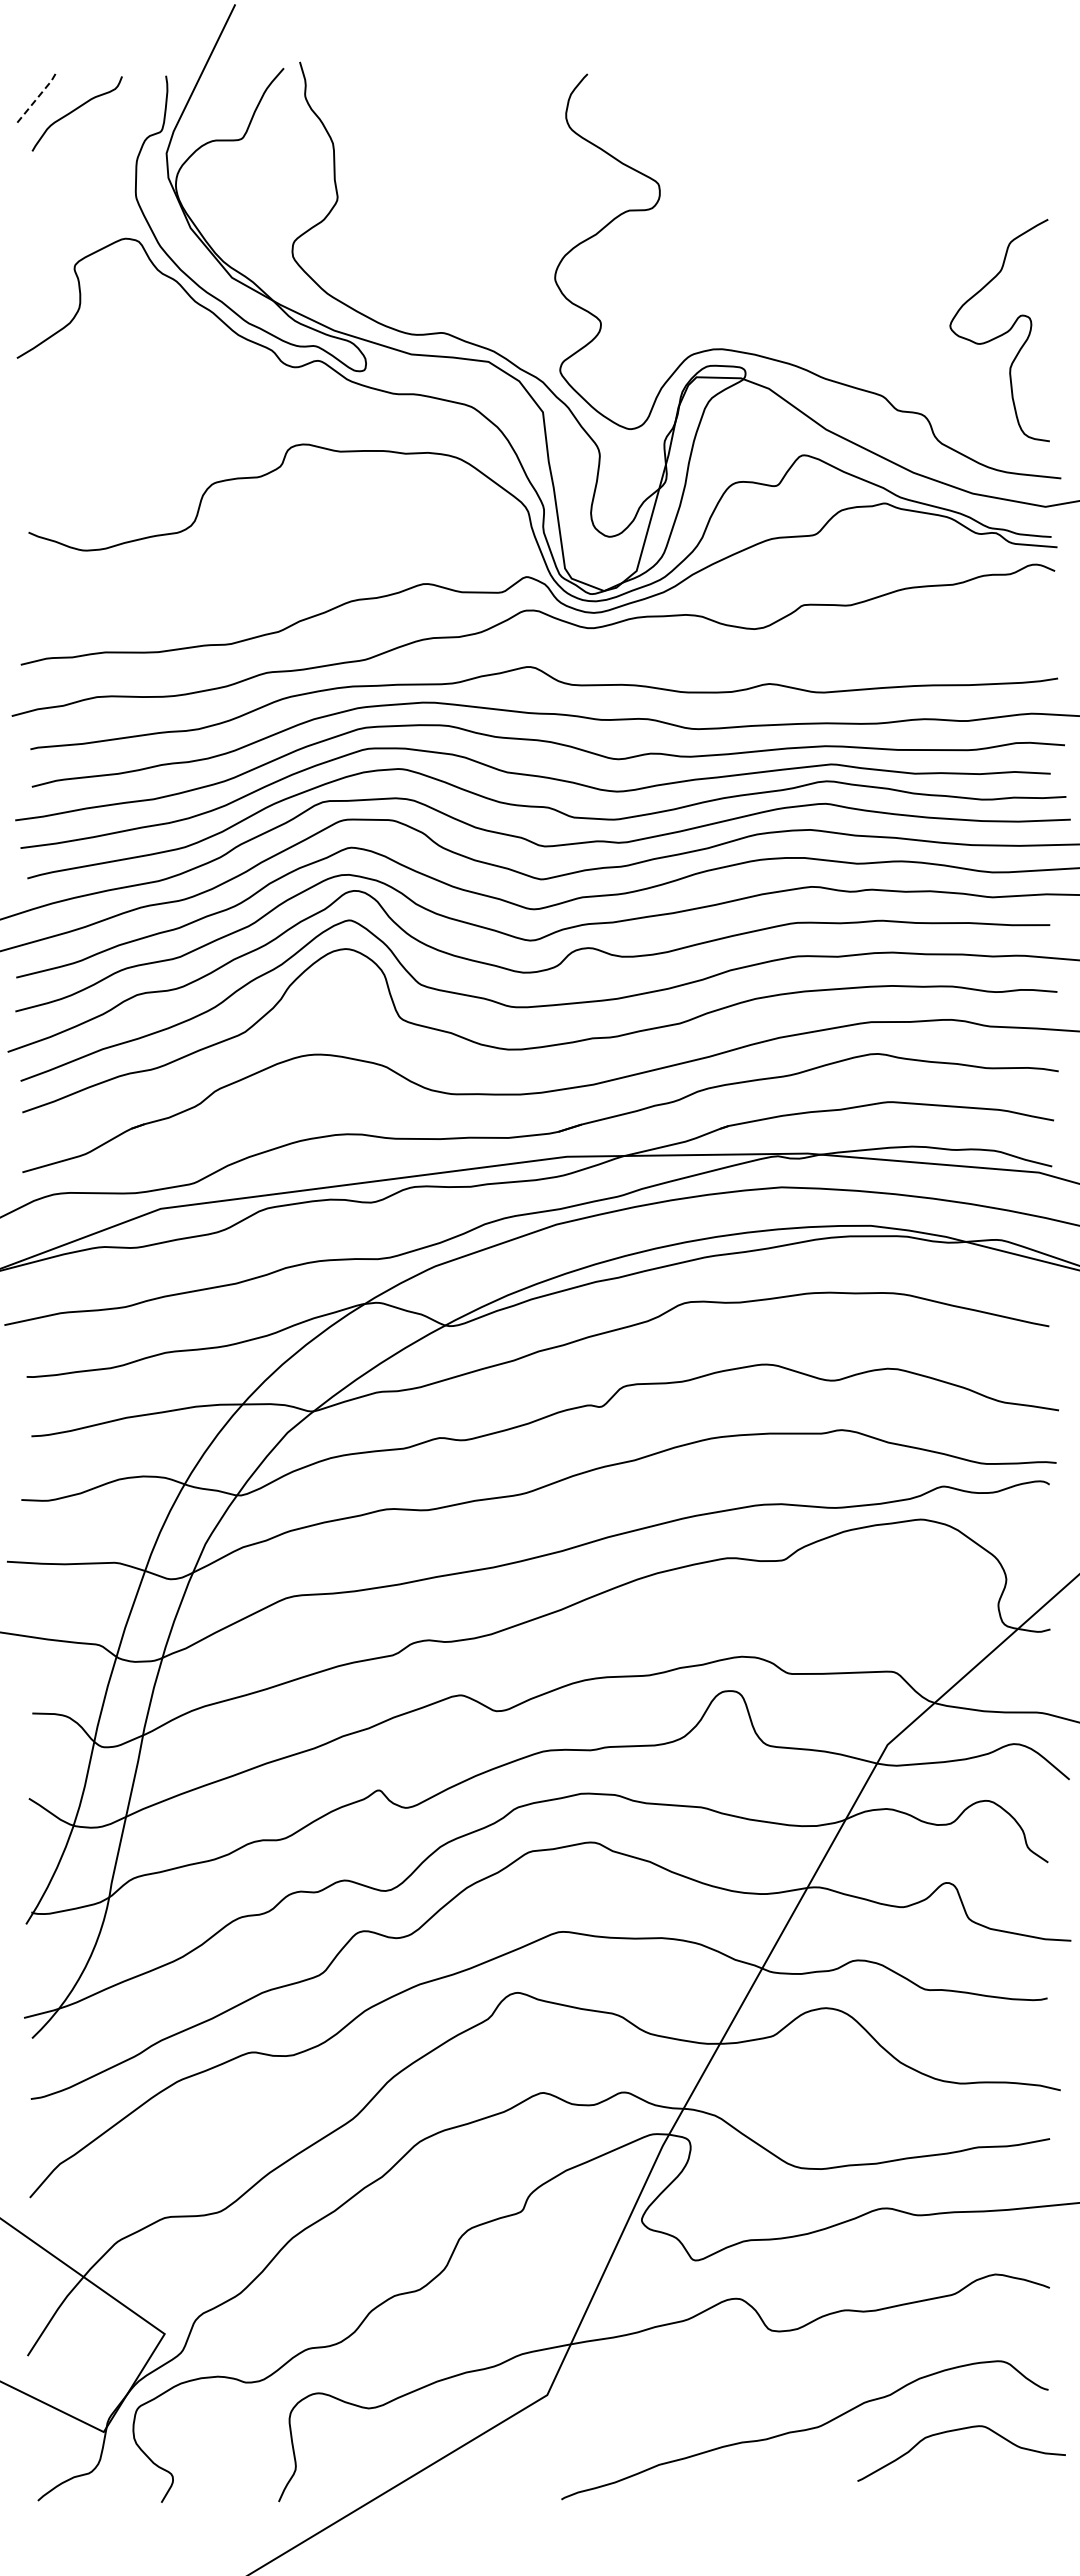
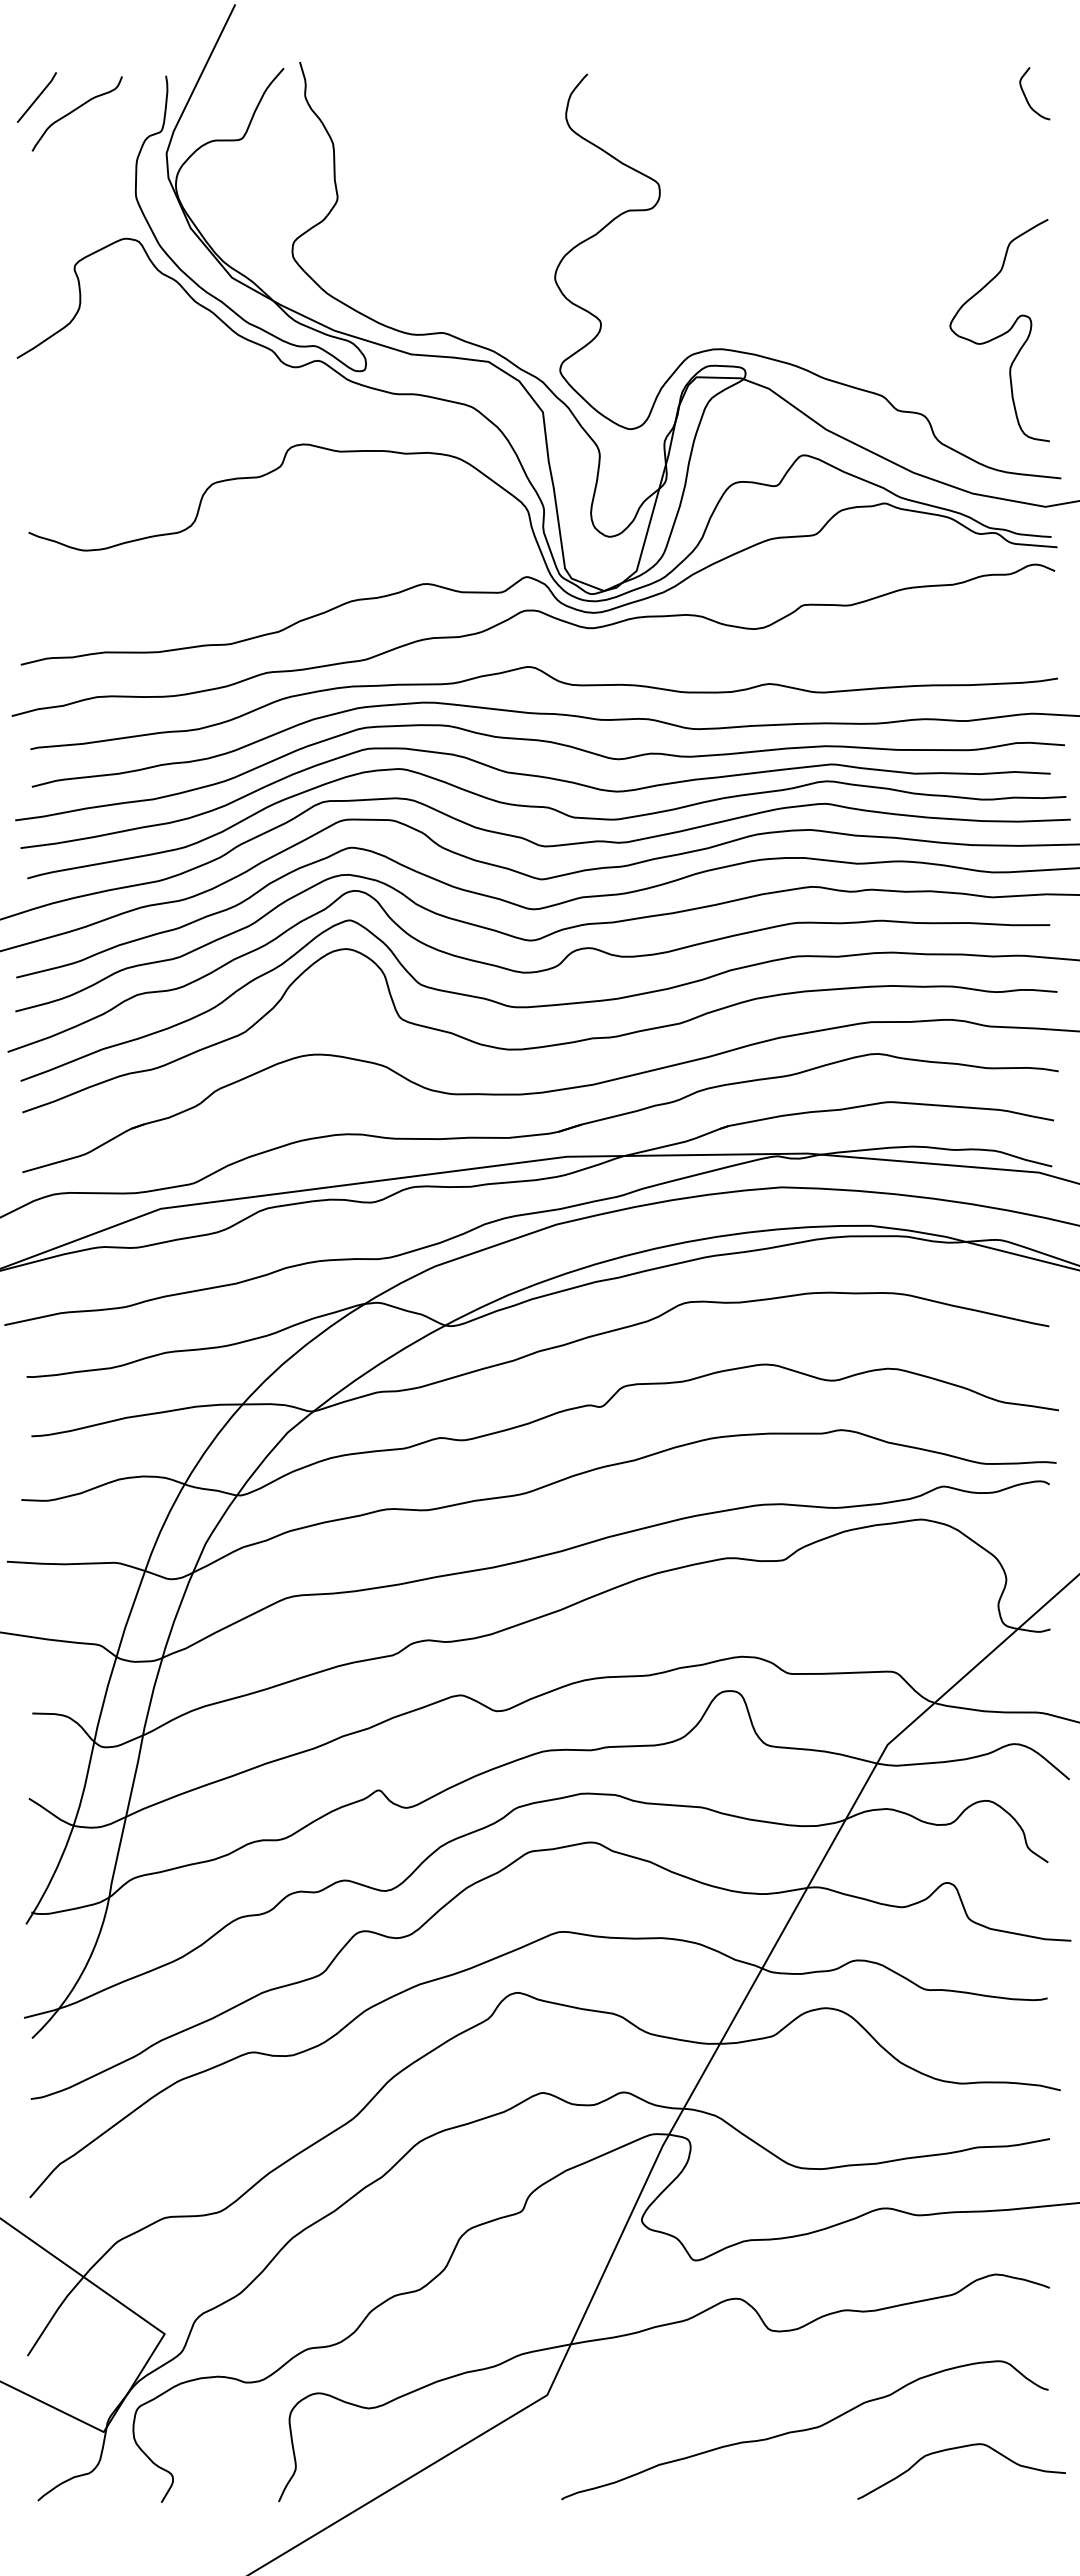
curve at (1026, 96): none -> present
line at (38, 97): dashed -> solid
curve at (959, 2430) position: (959, 2430) -> (959, 2448)
